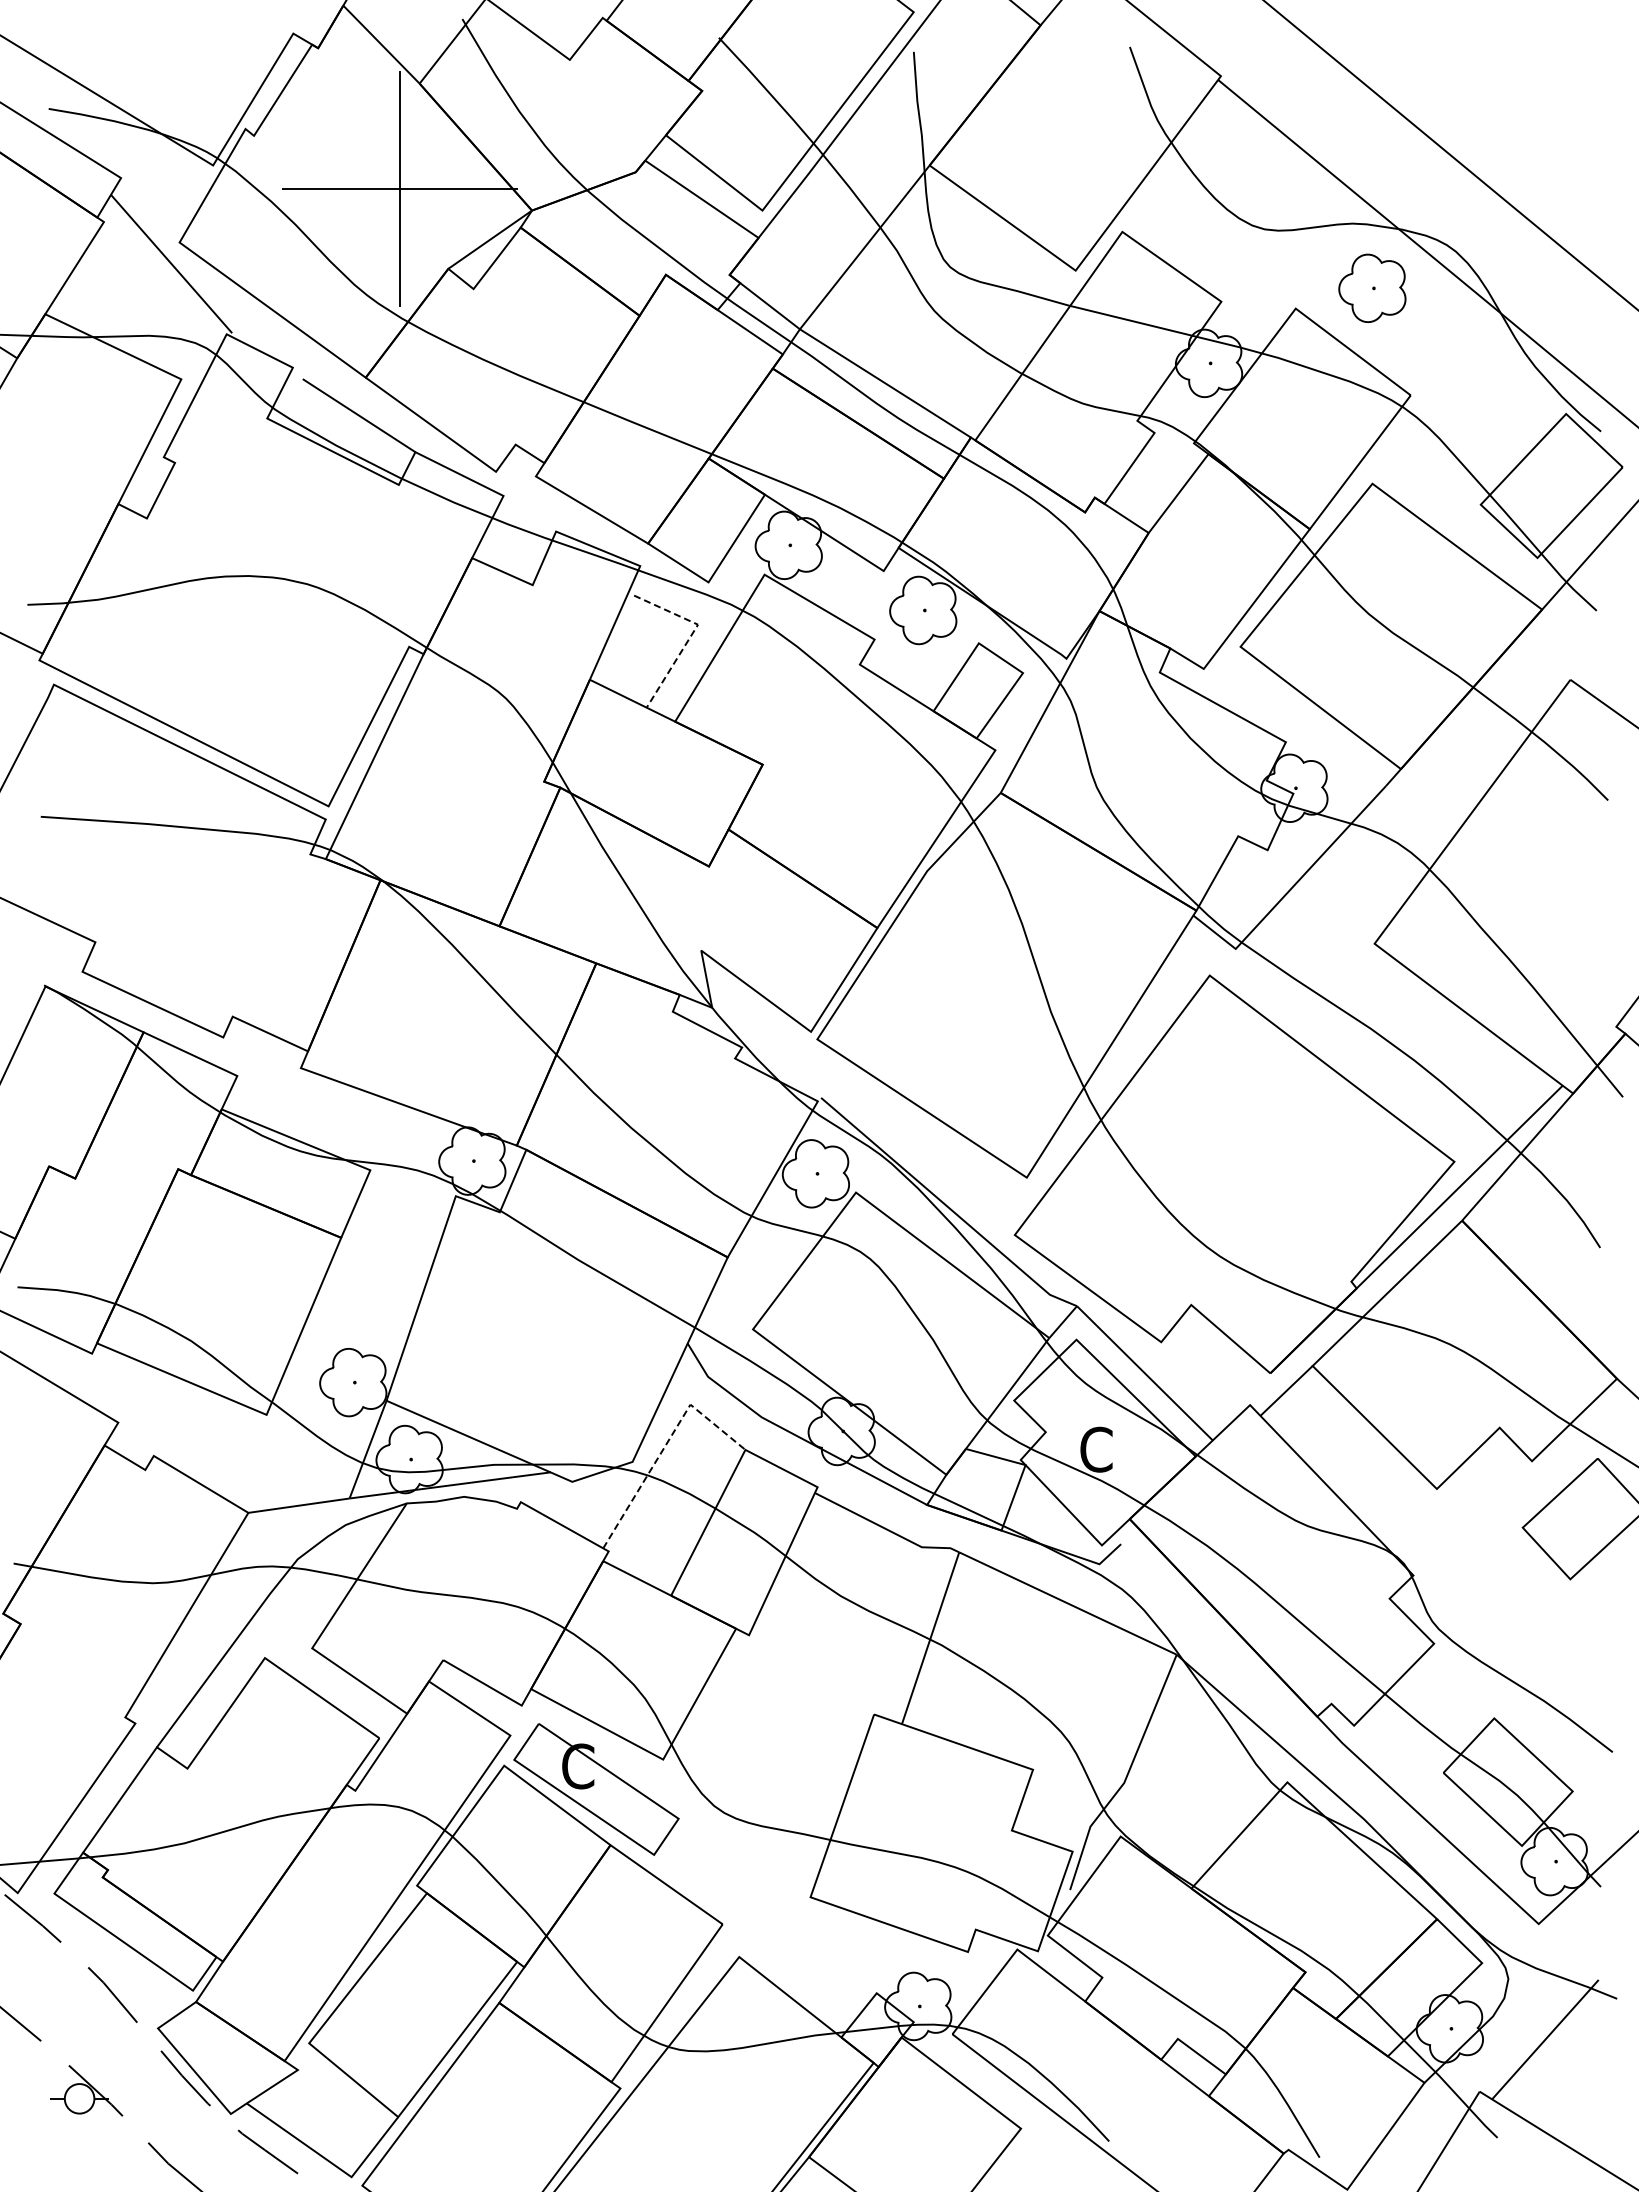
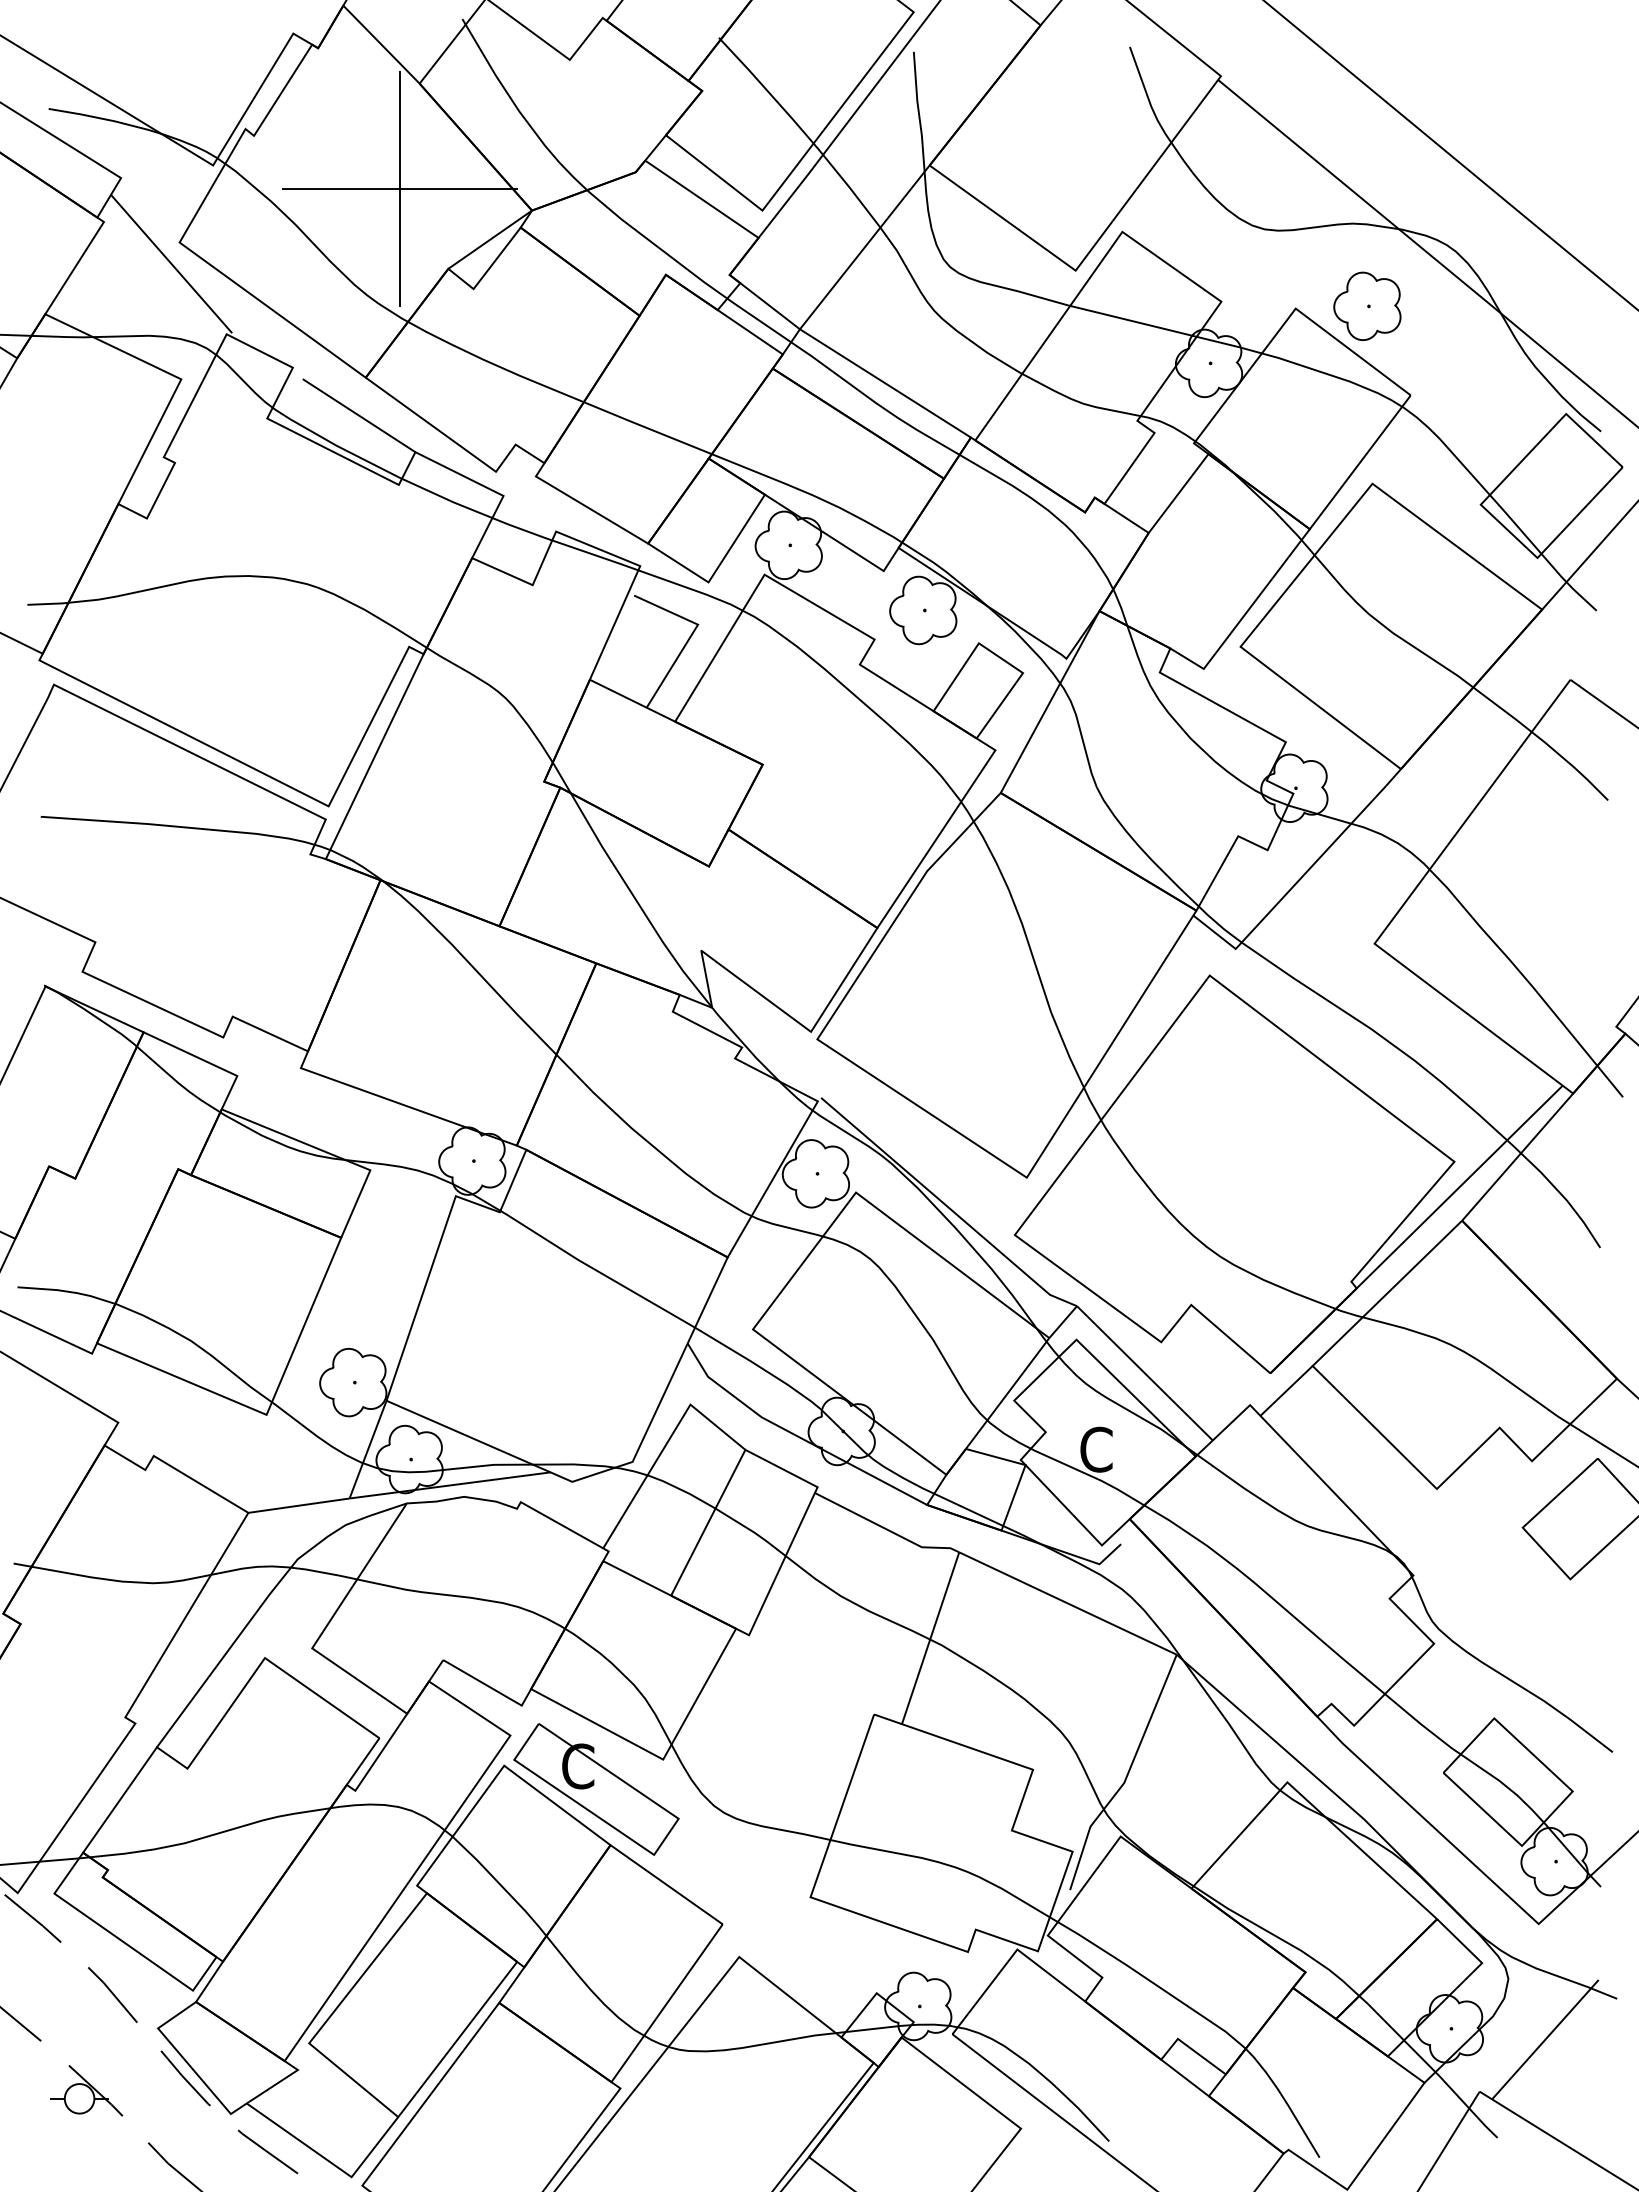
part at (1372, 287) position: (1372, 287) -> (1367, 305)
line at (691, 635): dashed -> solid
line at (665, 1445): dashed -> solid
